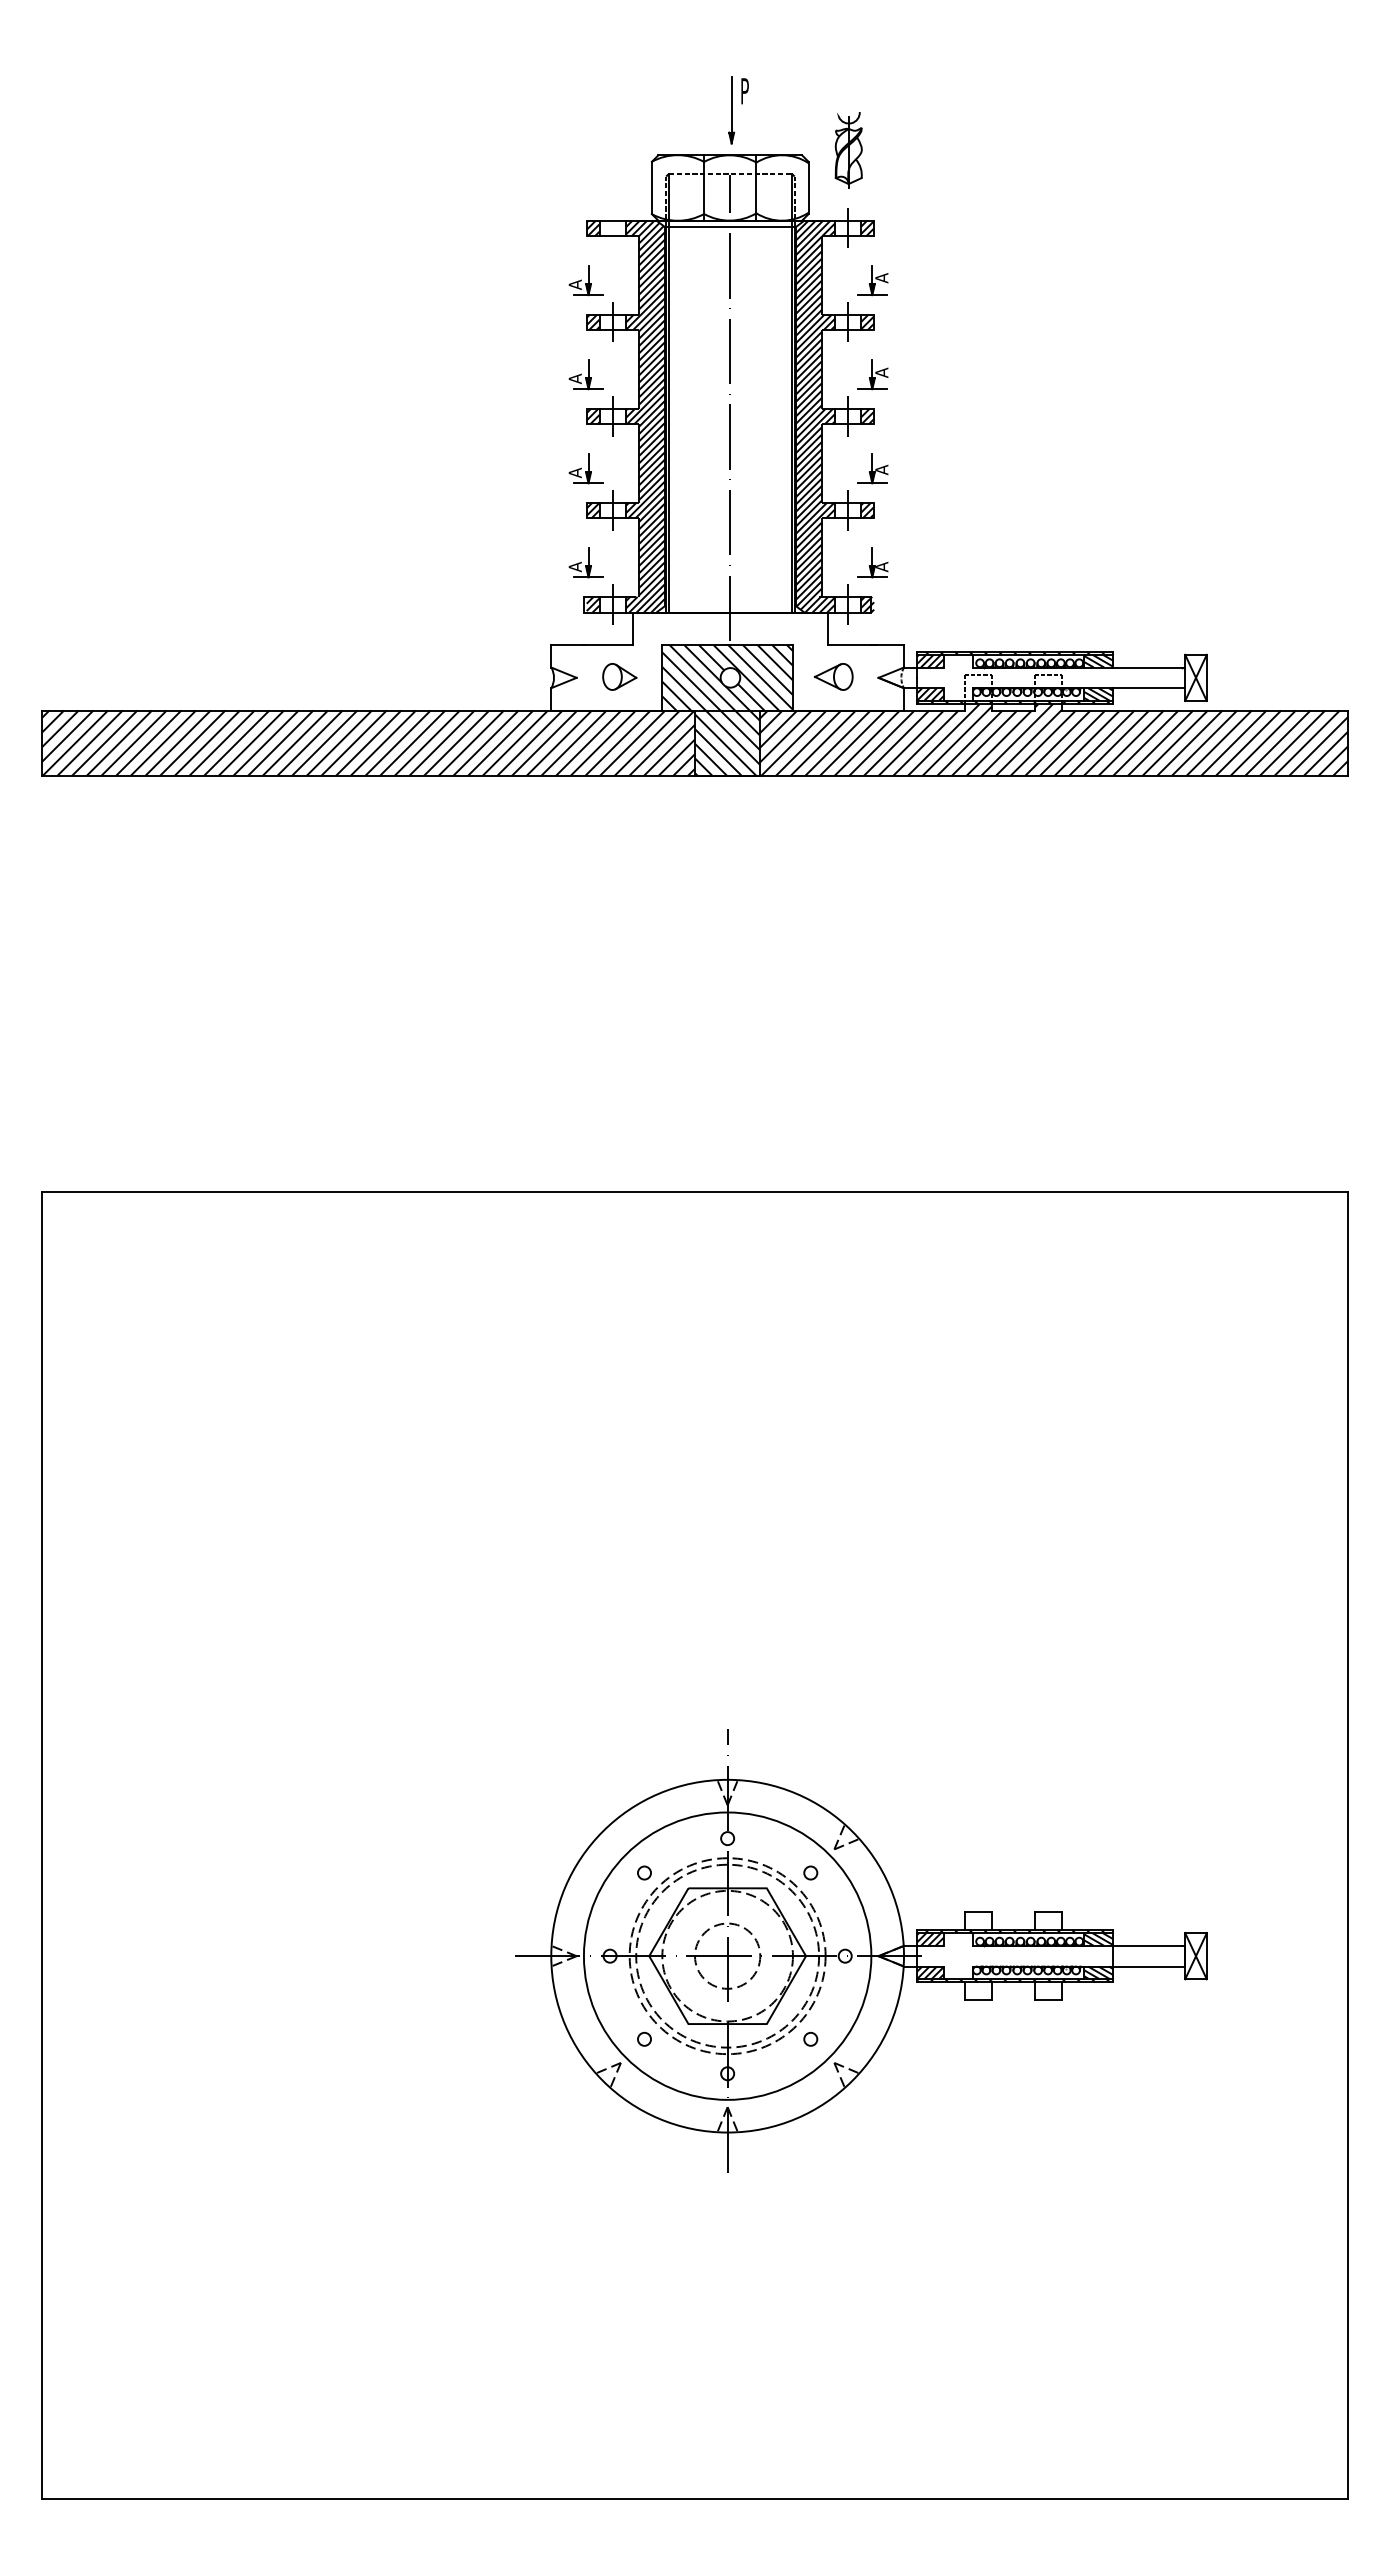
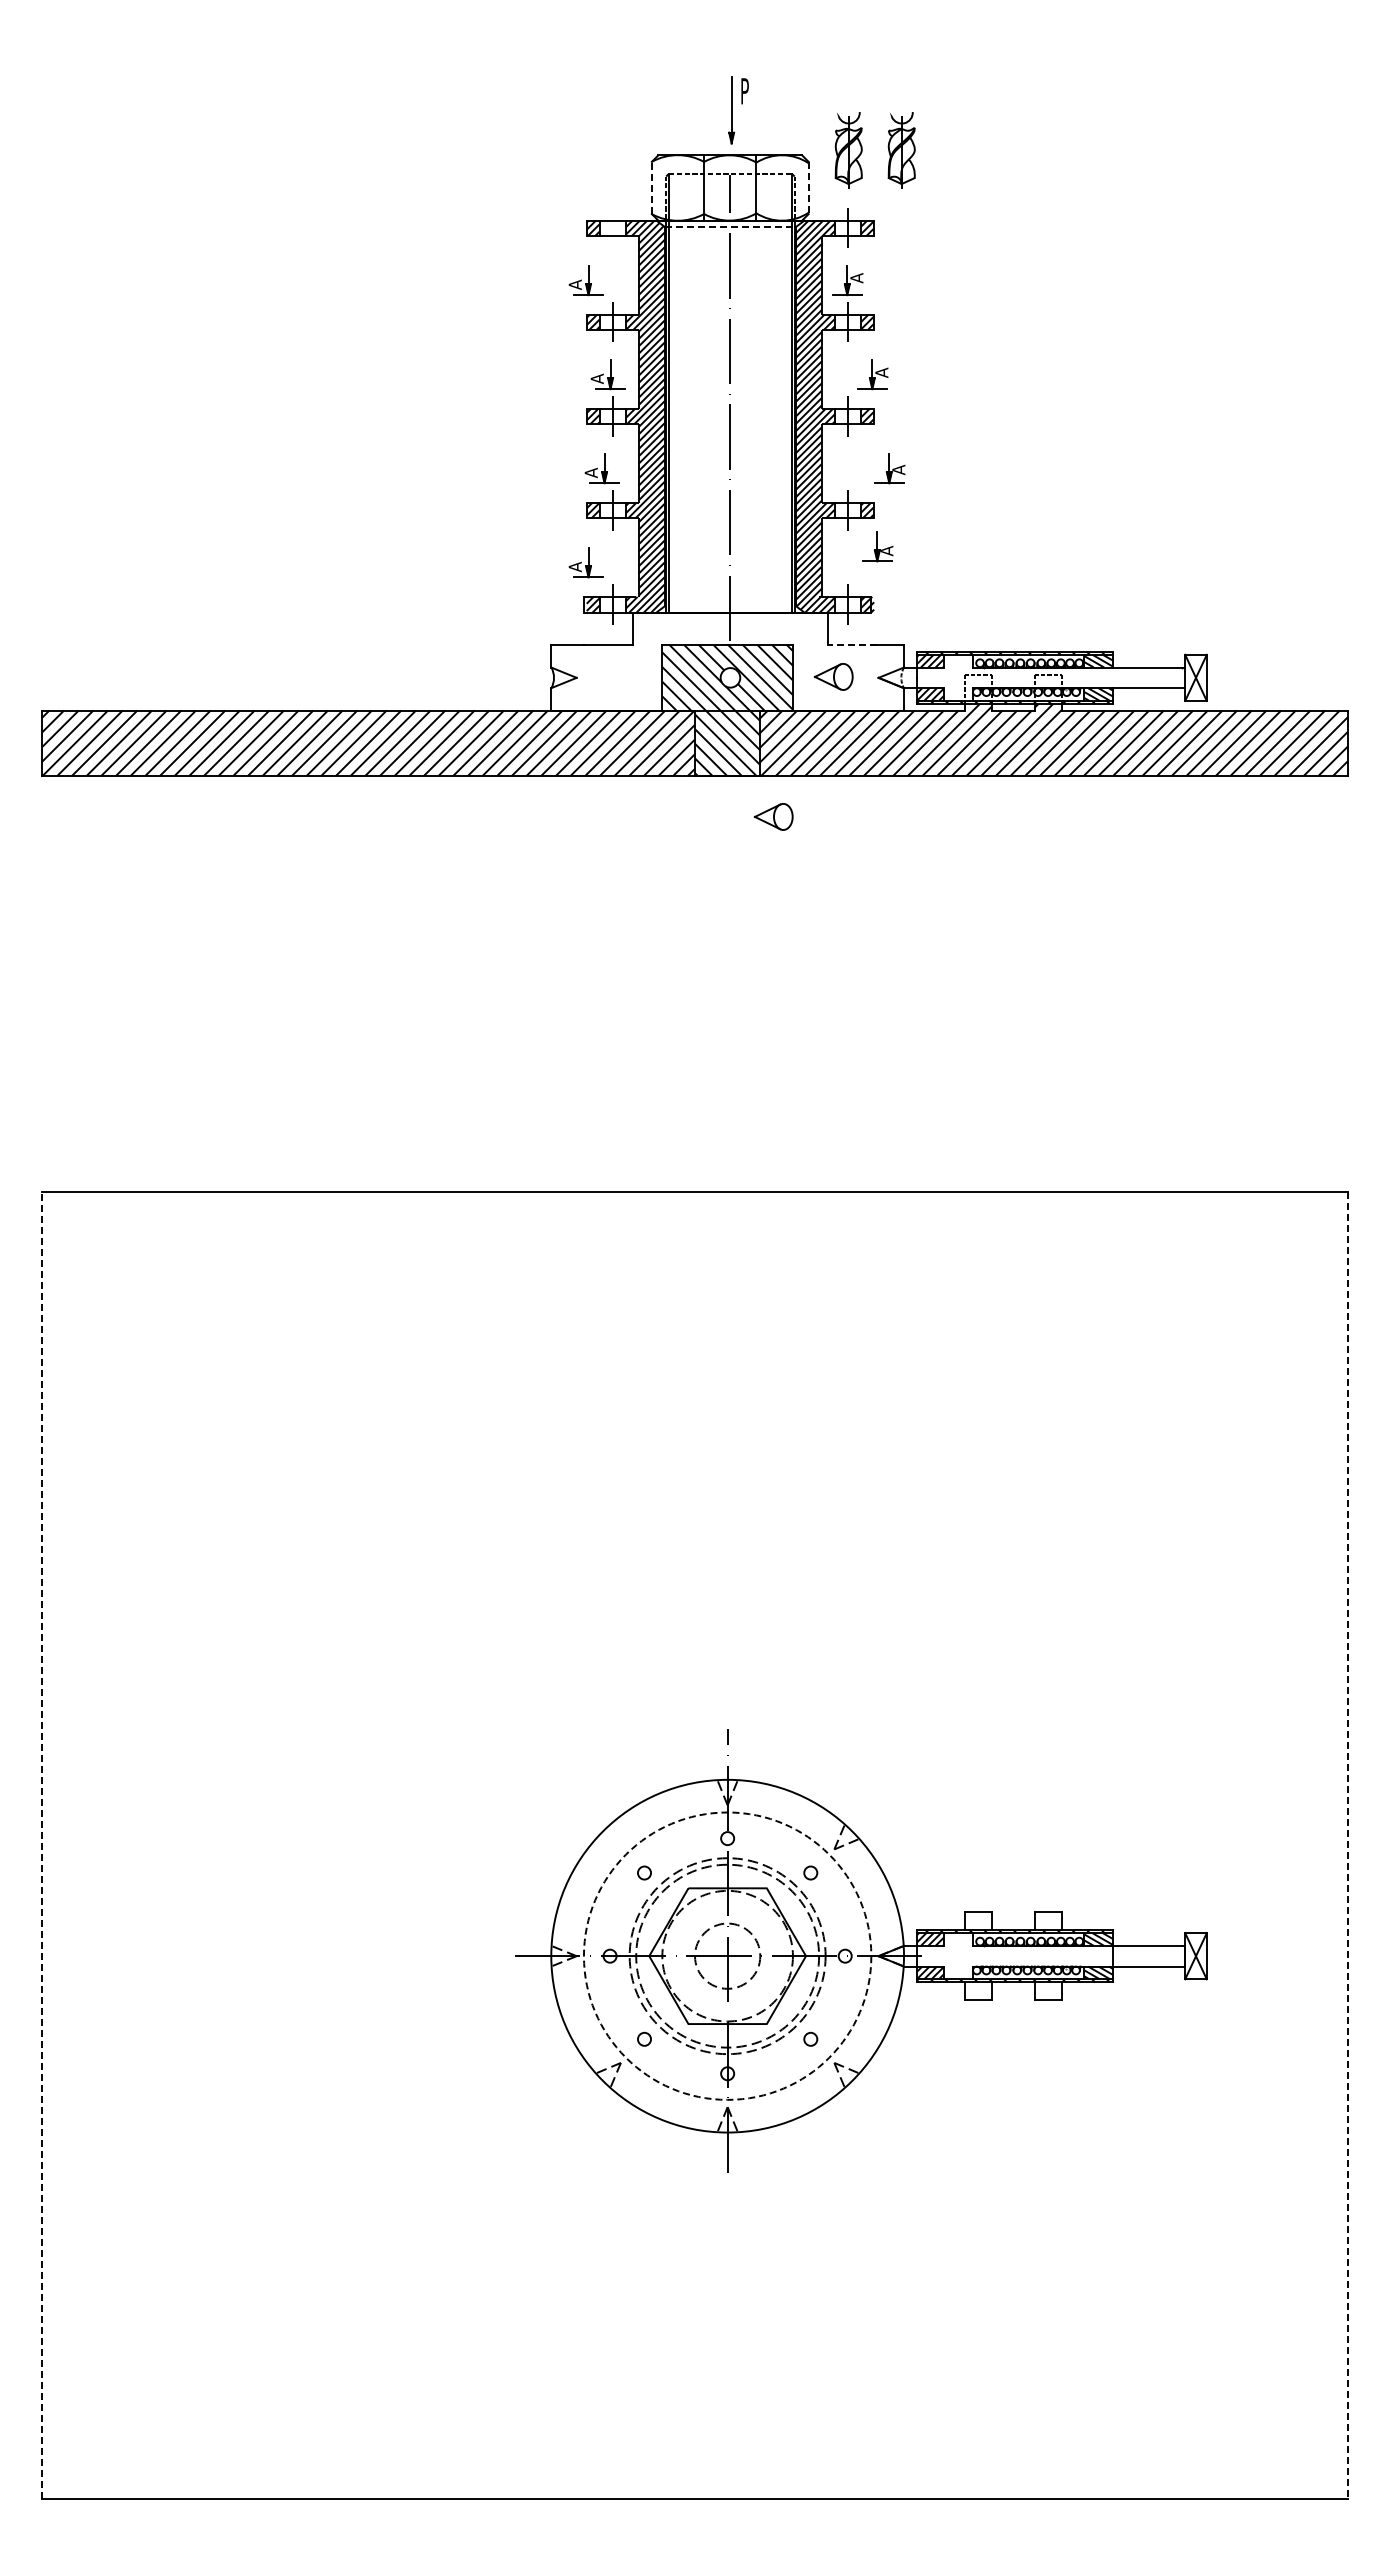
part at (901, 150): none -> present
line at (651, 187): solid -> dashed
line at (808, 188): solid -> dashed
line at (730, 227): solid -> dashed
part at (872, 280) position: (872, 280) -> (847, 280)
part at (585, 374) position: (585, 374) -> (607, 374)
part at (585, 468) position: (585, 468) -> (601, 468)
part at (872, 468) position: (872, 468) -> (889, 468)
part at (872, 562) position: (872, 562) -> (877, 546)
line at (852, 645): solid -> dashed
part at (619, 676): present -> none
part at (773, 816): none -> present
line at (41, 1845): solid -> dashed
line at (1348, 1846): solid -> dashed
circle at (727, 1955): solid -> dashed
